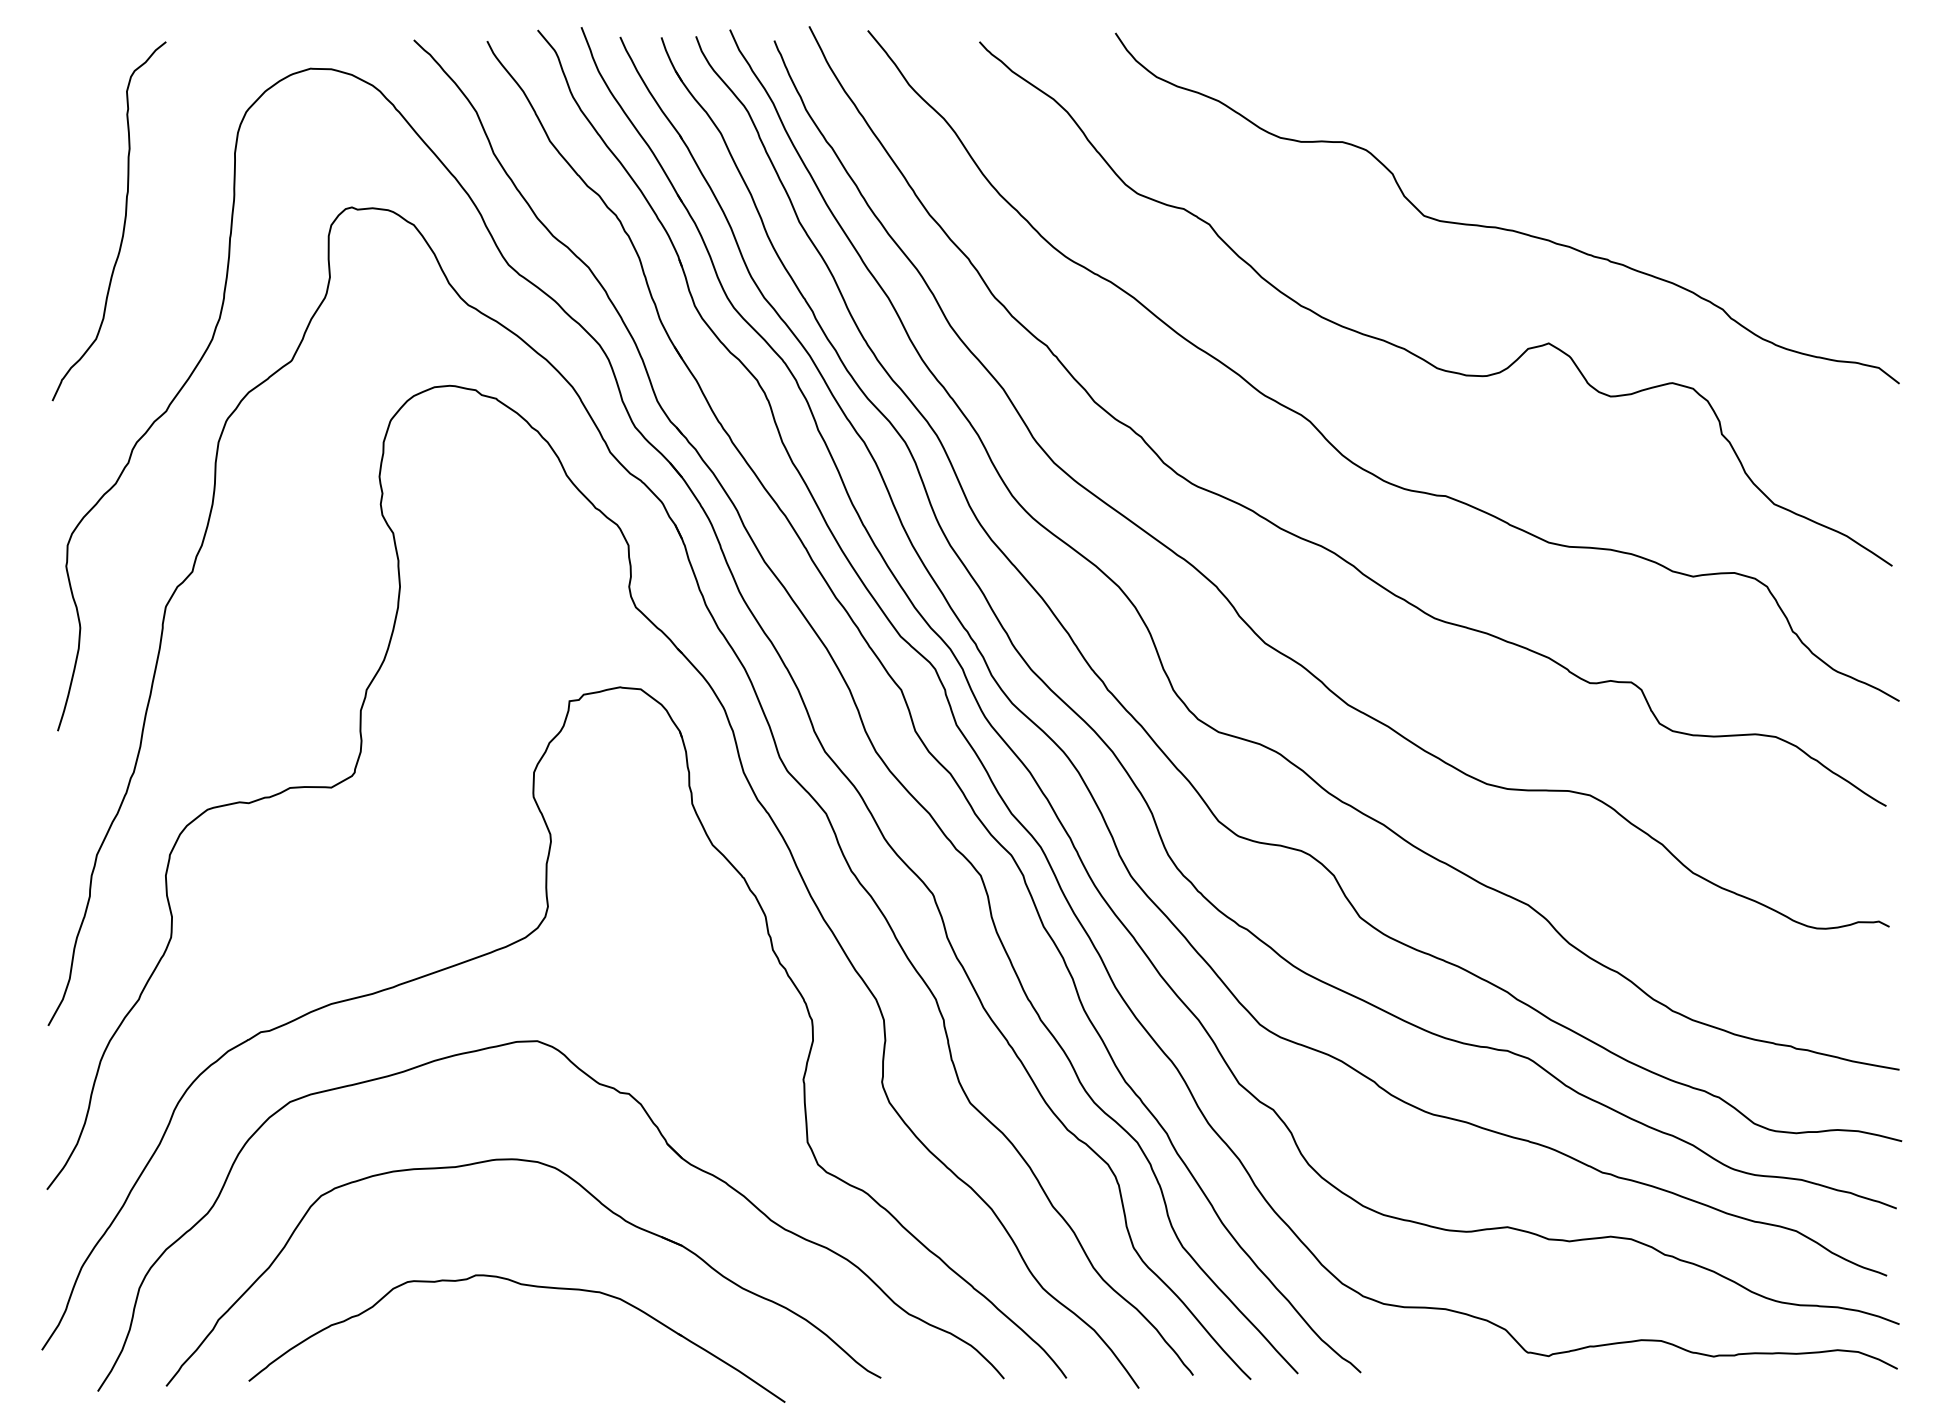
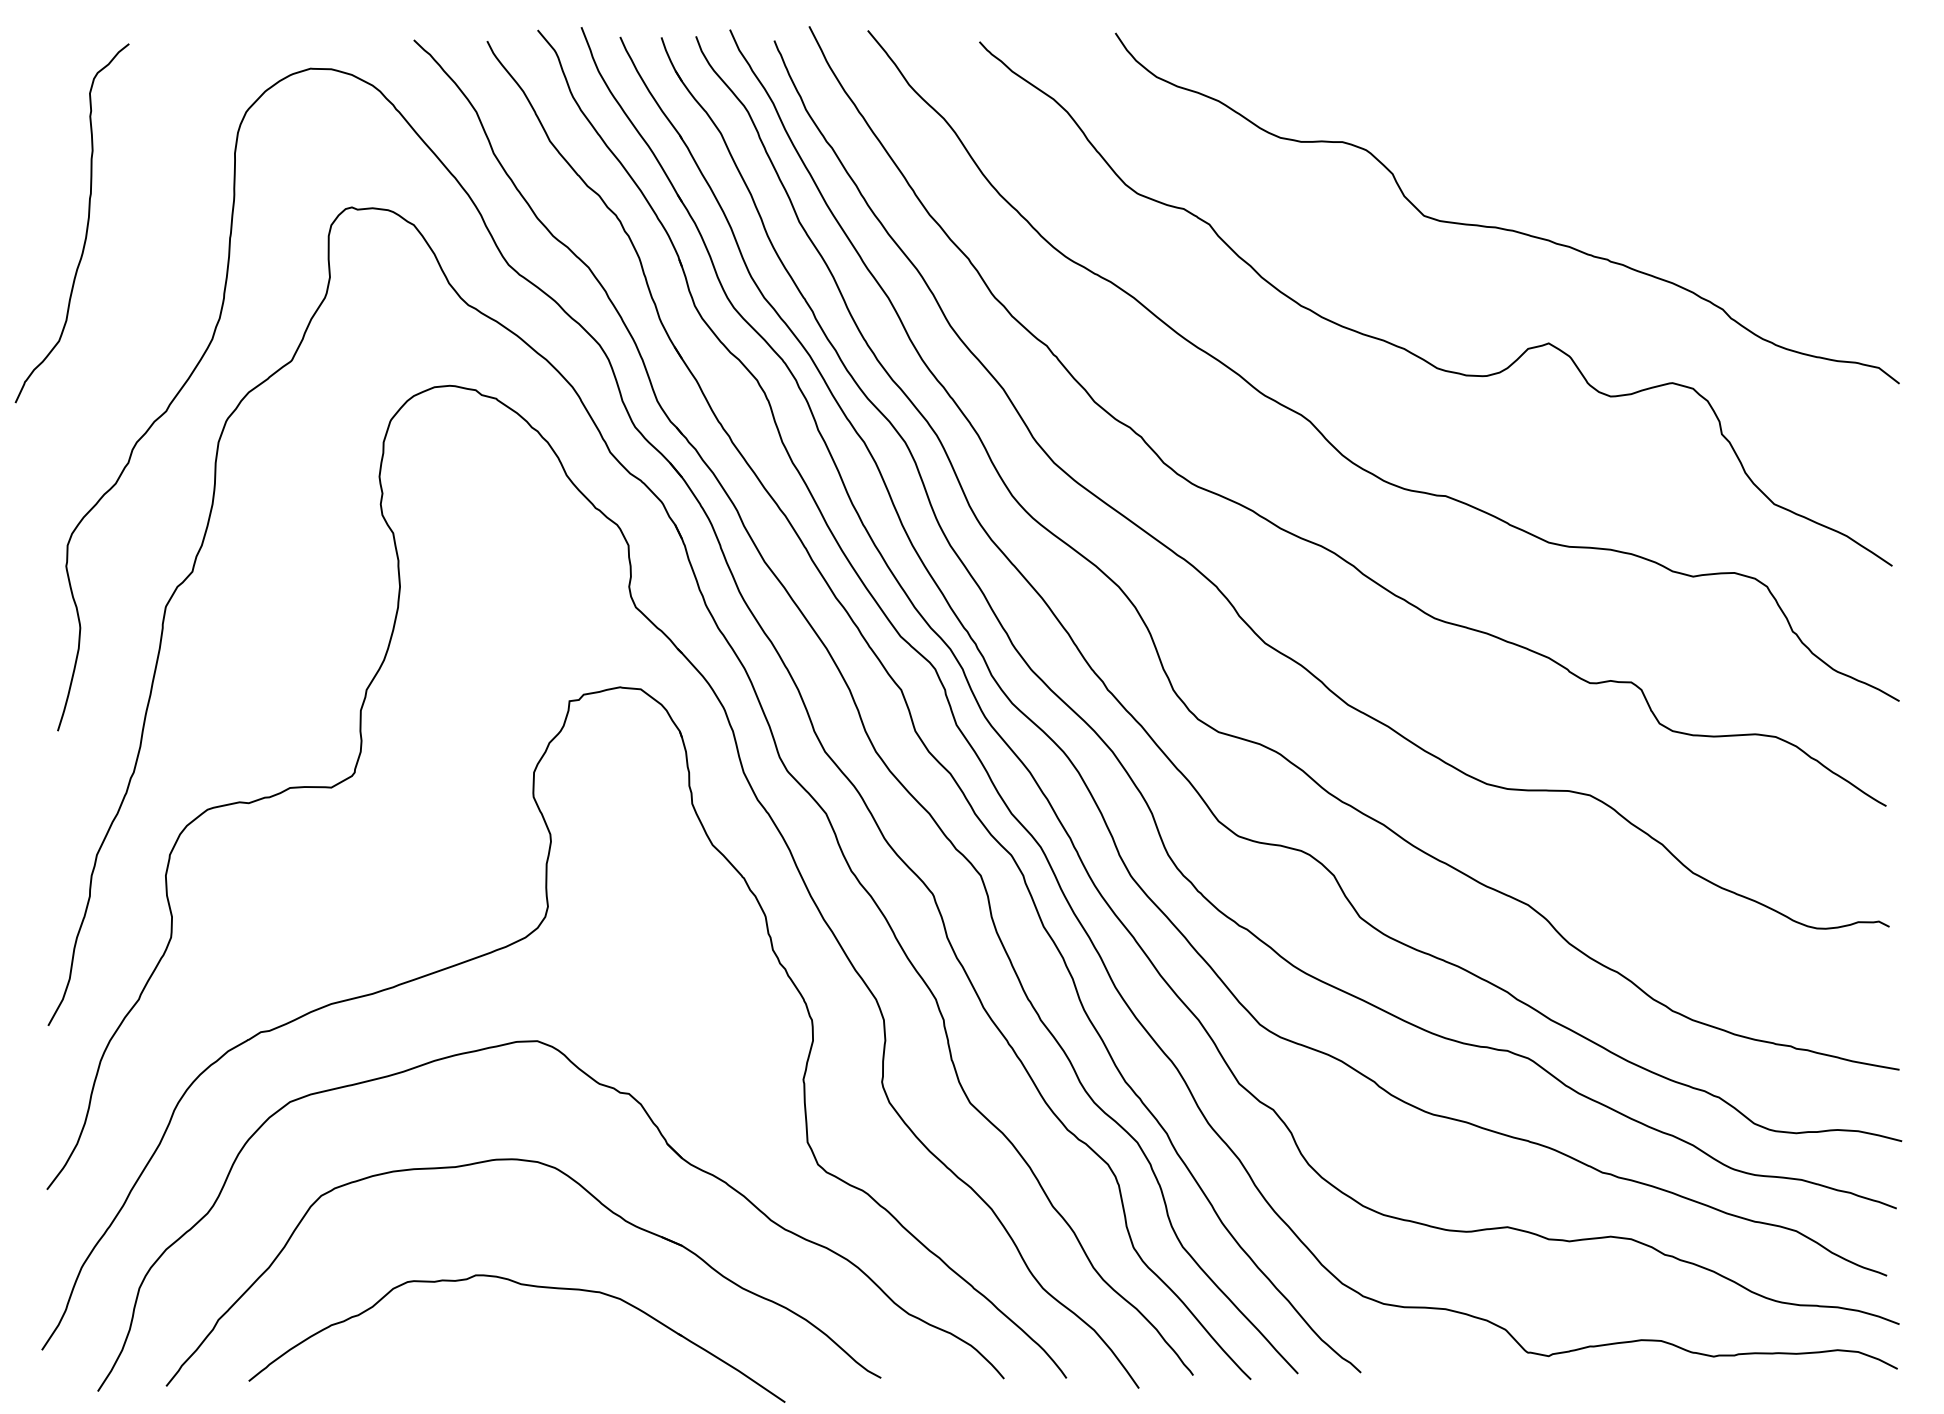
curve at (123, 223) position: (123, 223) -> (86, 225)
